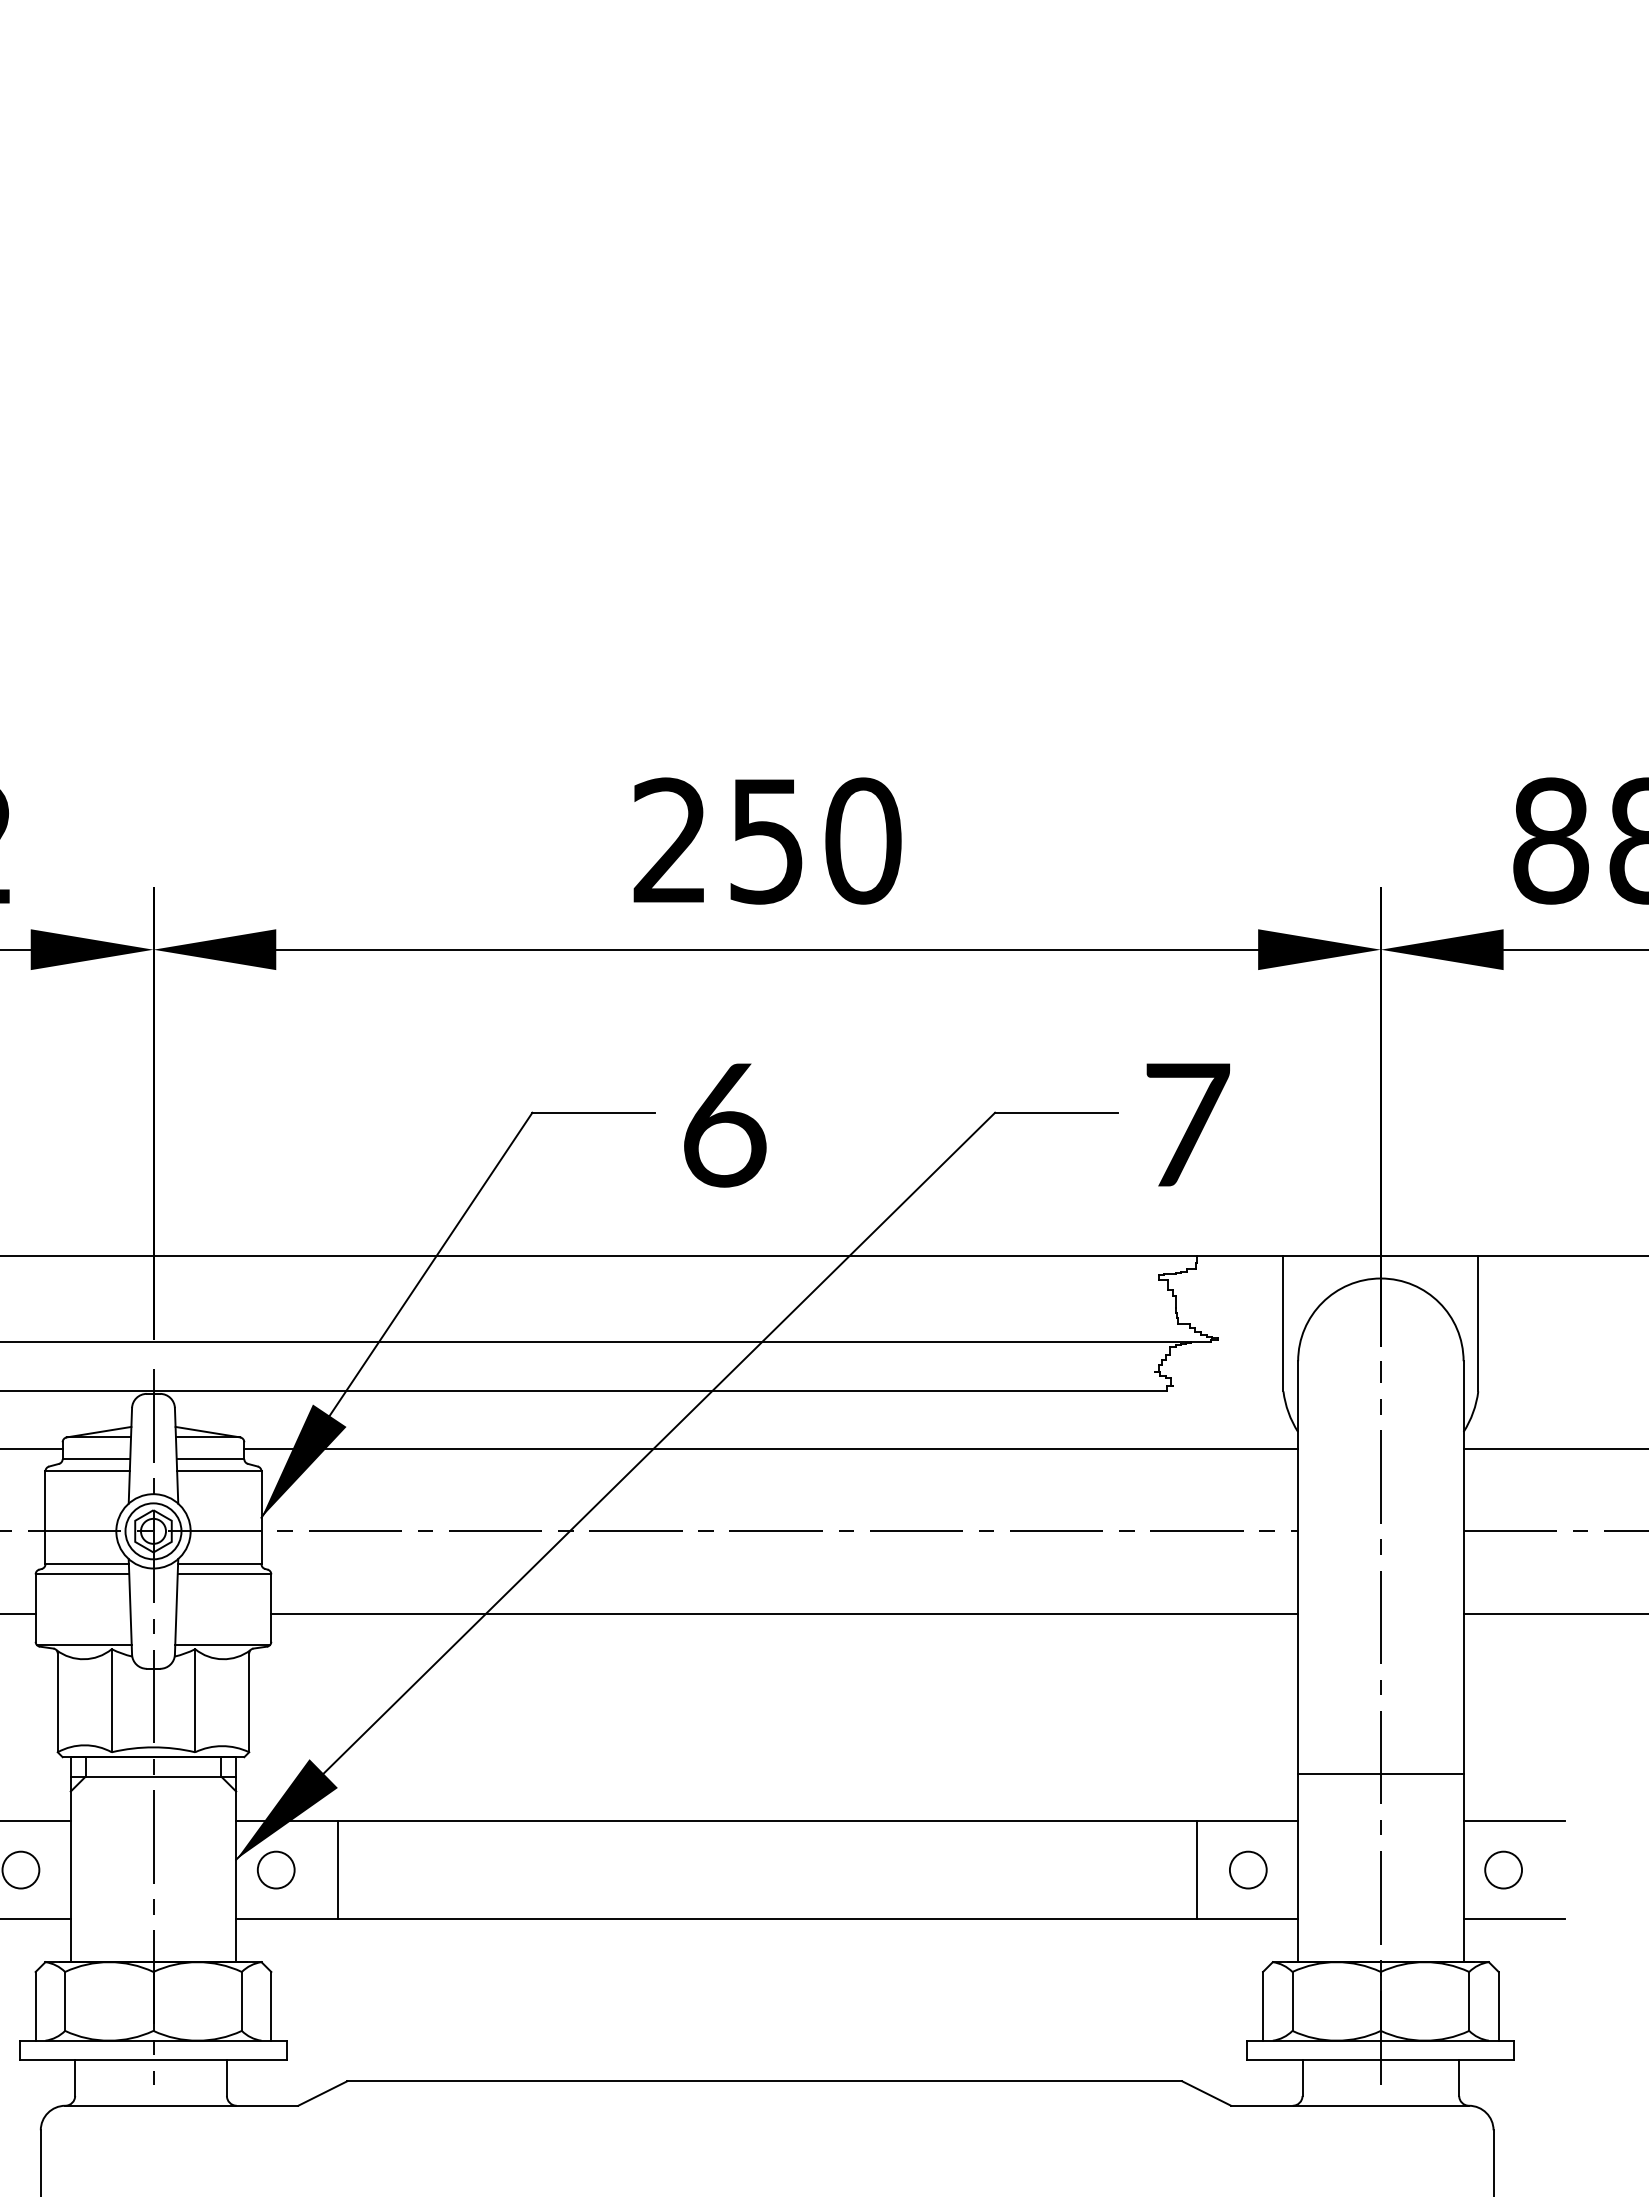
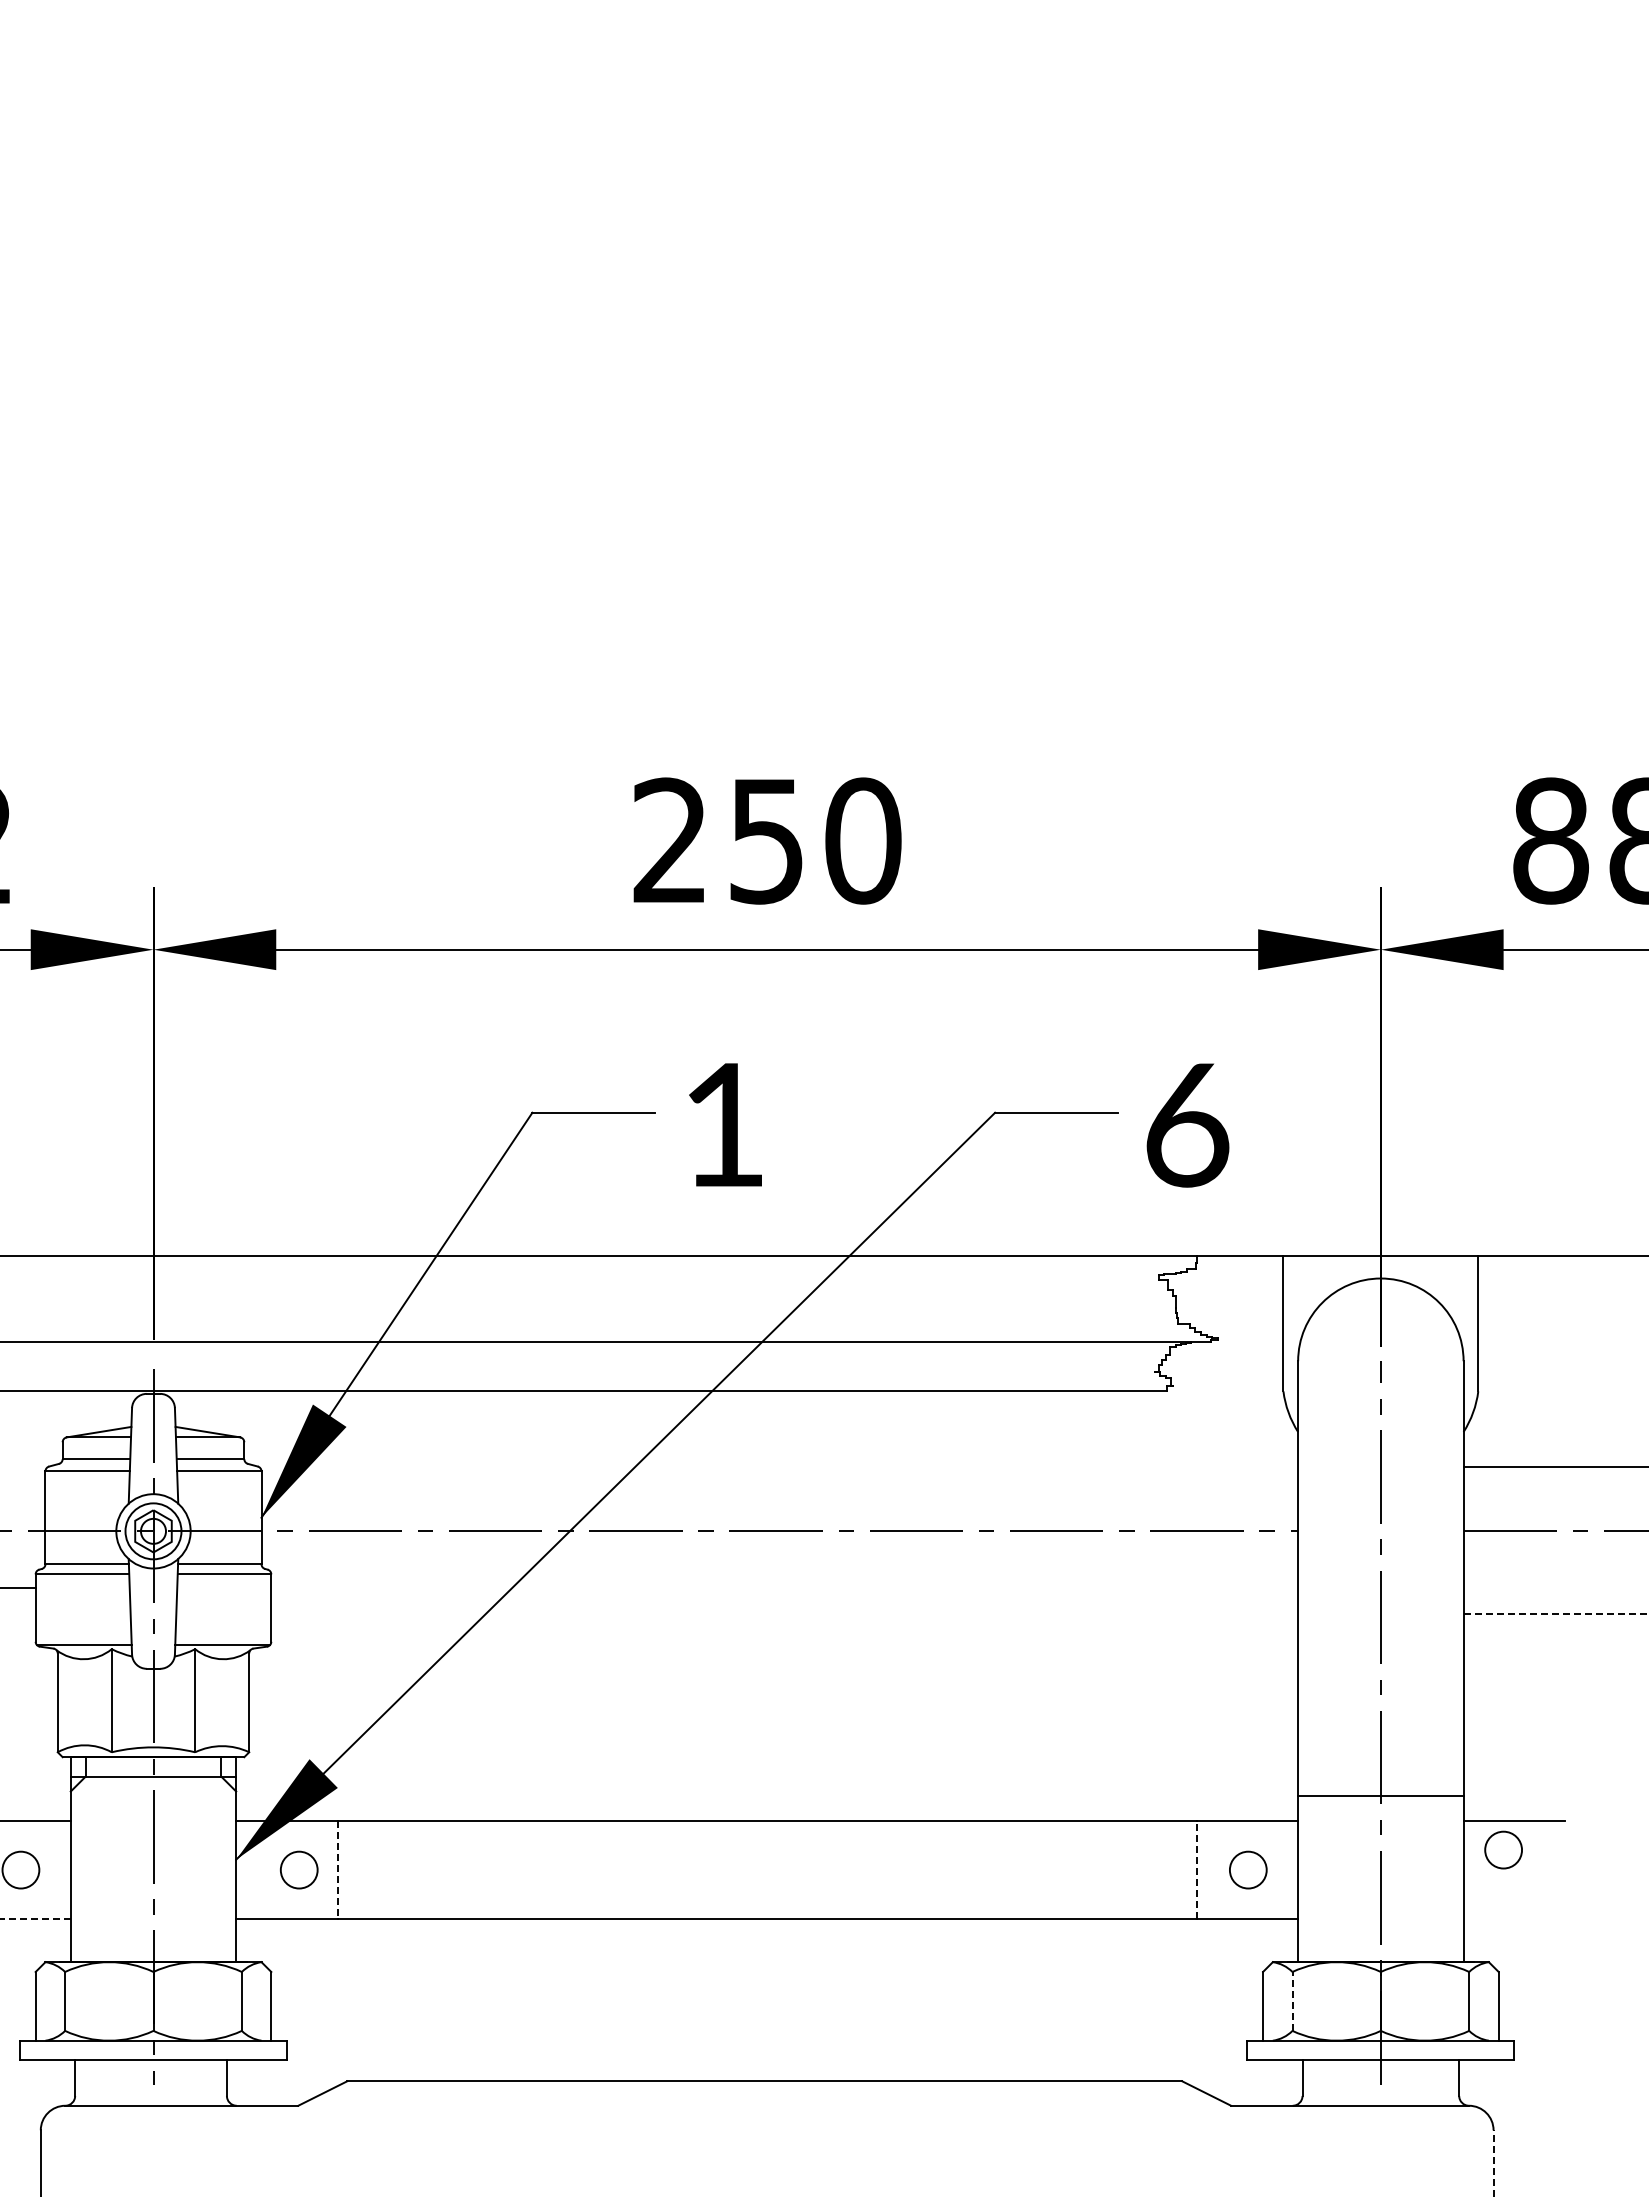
text at (725, 1125): 6 -> 1
text at (1188, 1125): 7 -> 6
line at (32, 1448): present -> none
line at (771, 1448): present -> none
line at (1554, 1448) position: (1554, 1448) -> (1554, 1466)
line at (18, 1614) position: (18, 1614) -> (18, 1588)
line at (784, 1614): present -> none
line at (1556, 1614): solid -> dashed
line at (1380, 1774) position: (1380, 1774) -> (1380, 1796)
circle at (276, 1869) position: (276, 1869) -> (299, 1869)
line at (1196, 1869): solid -> dashed
circle at (1503, 1869) position: (1503, 1869) -> (1503, 1849)
line at (337, 1870): solid -> dashed
line at (34, 1919): solid -> dashed
line at (1513, 1919): present -> none
line at (1292, 2000): solid -> dashed
line at (1493, 2163): solid -> dashed
